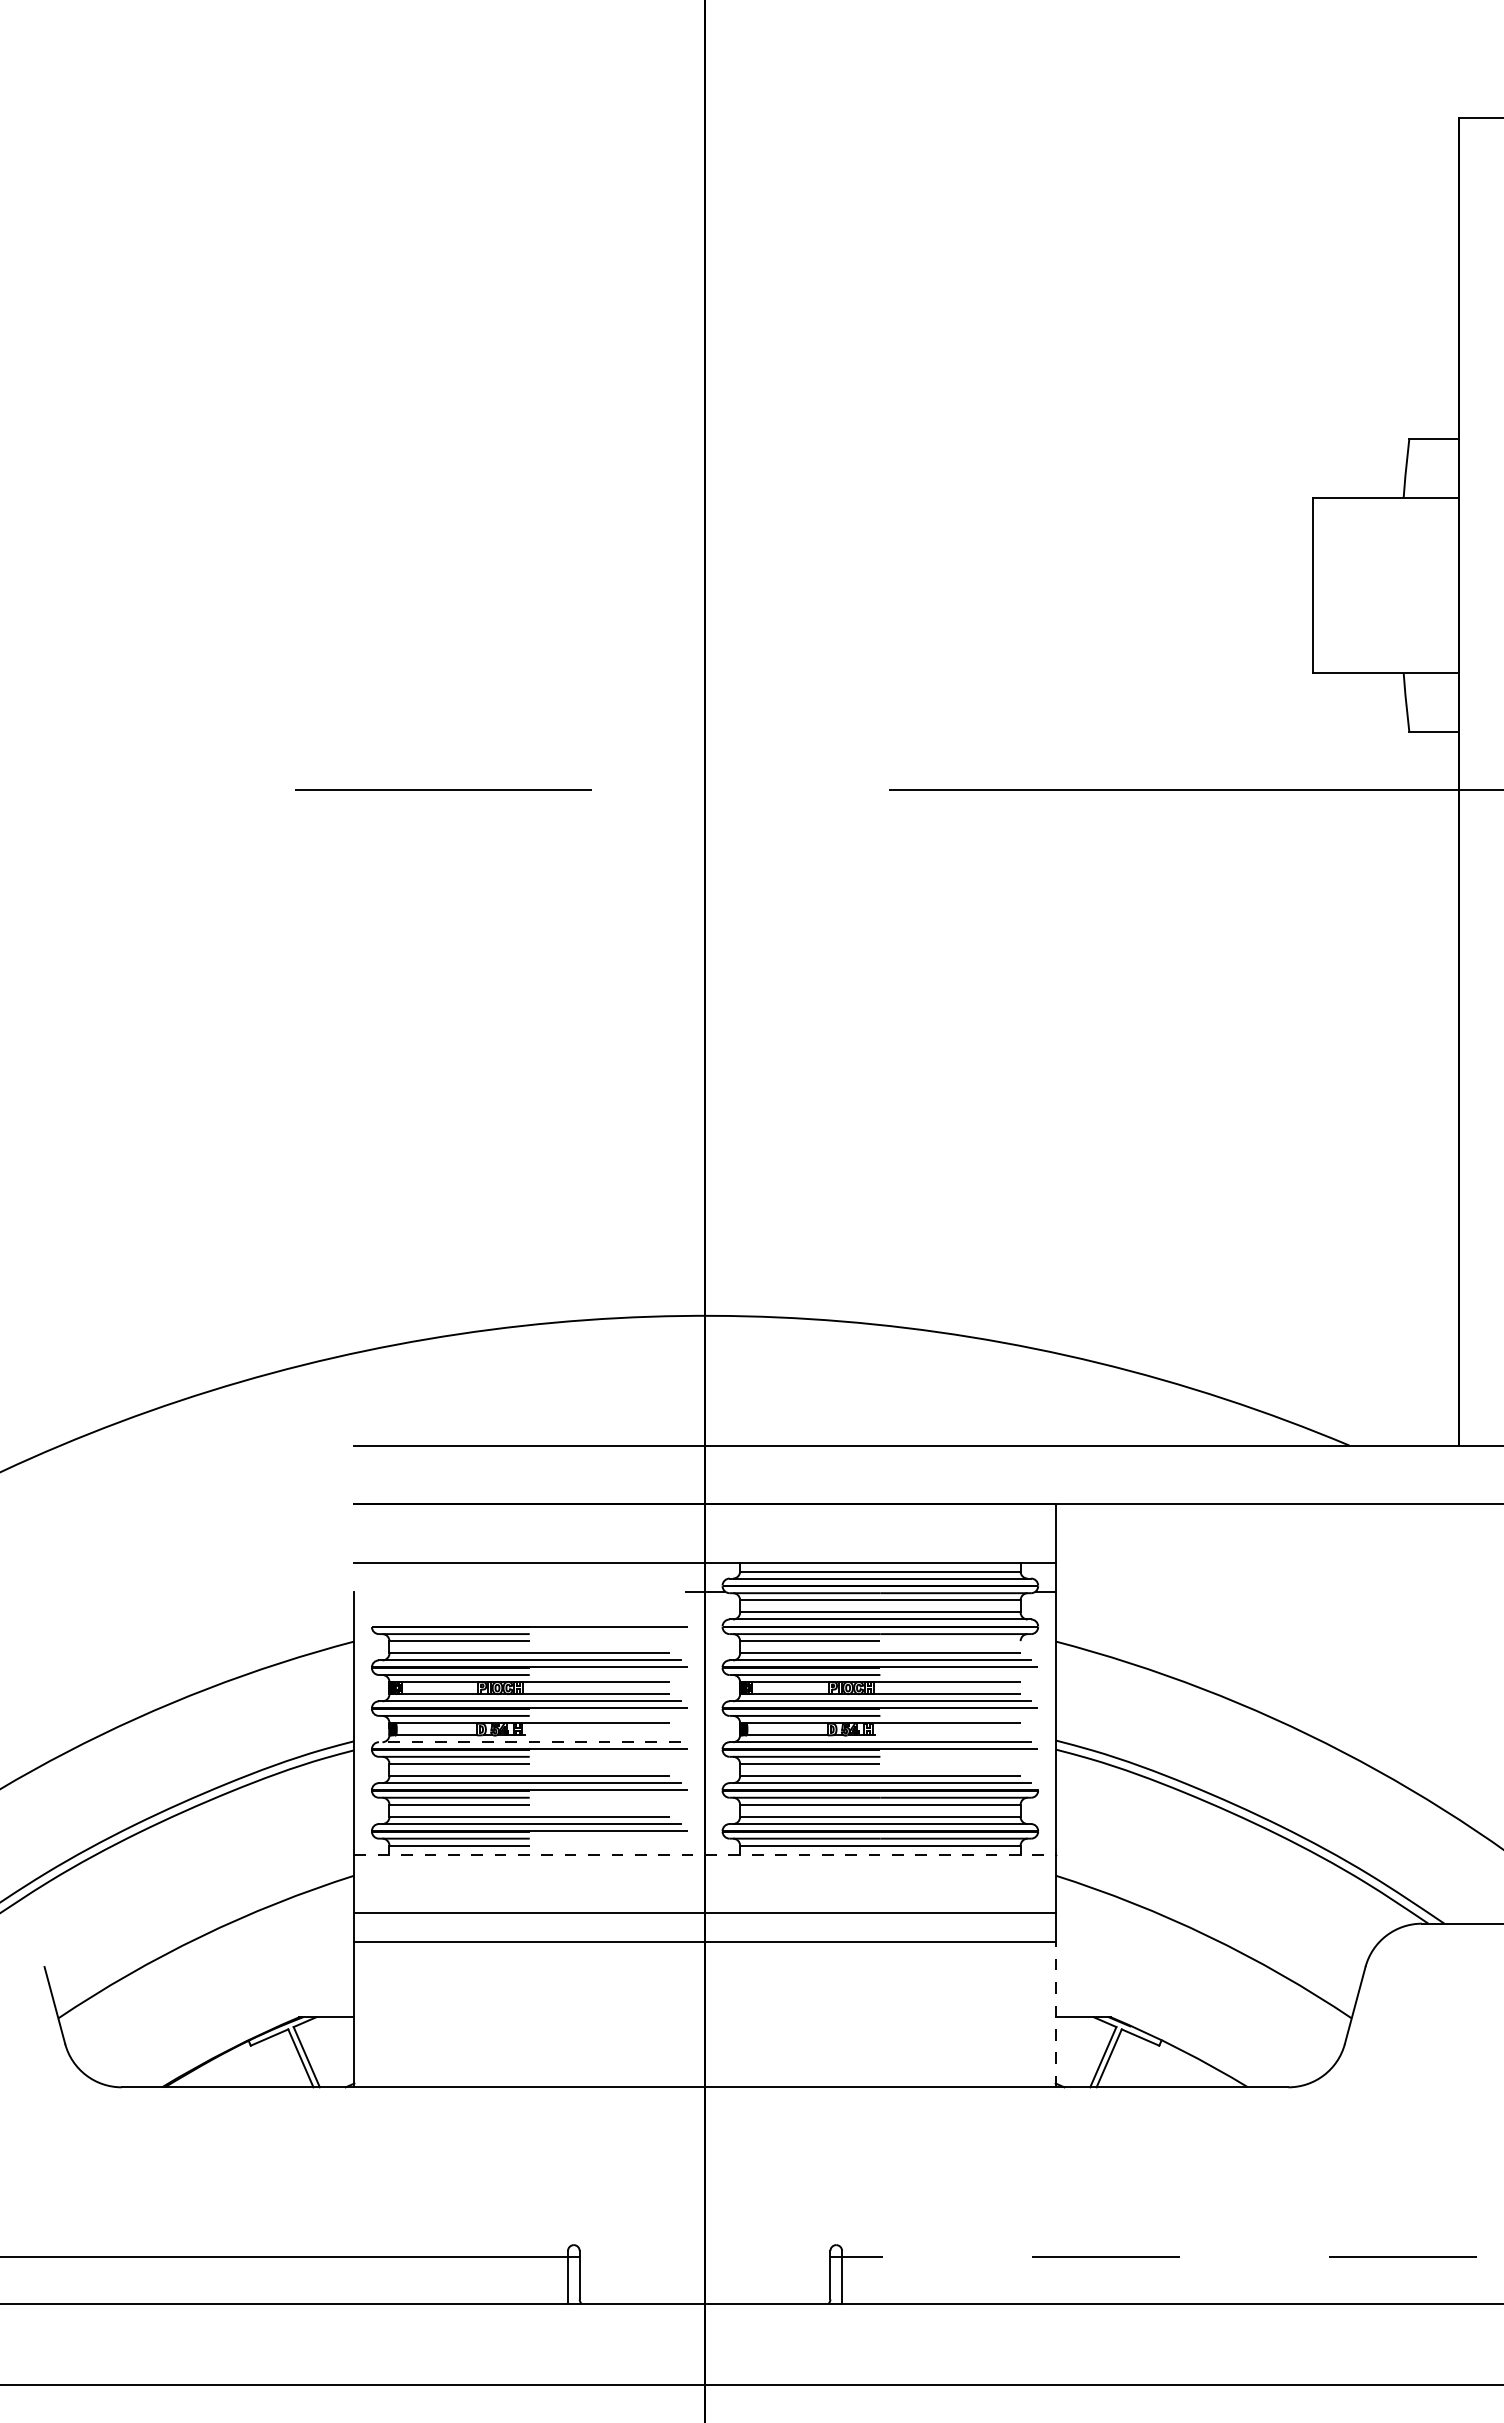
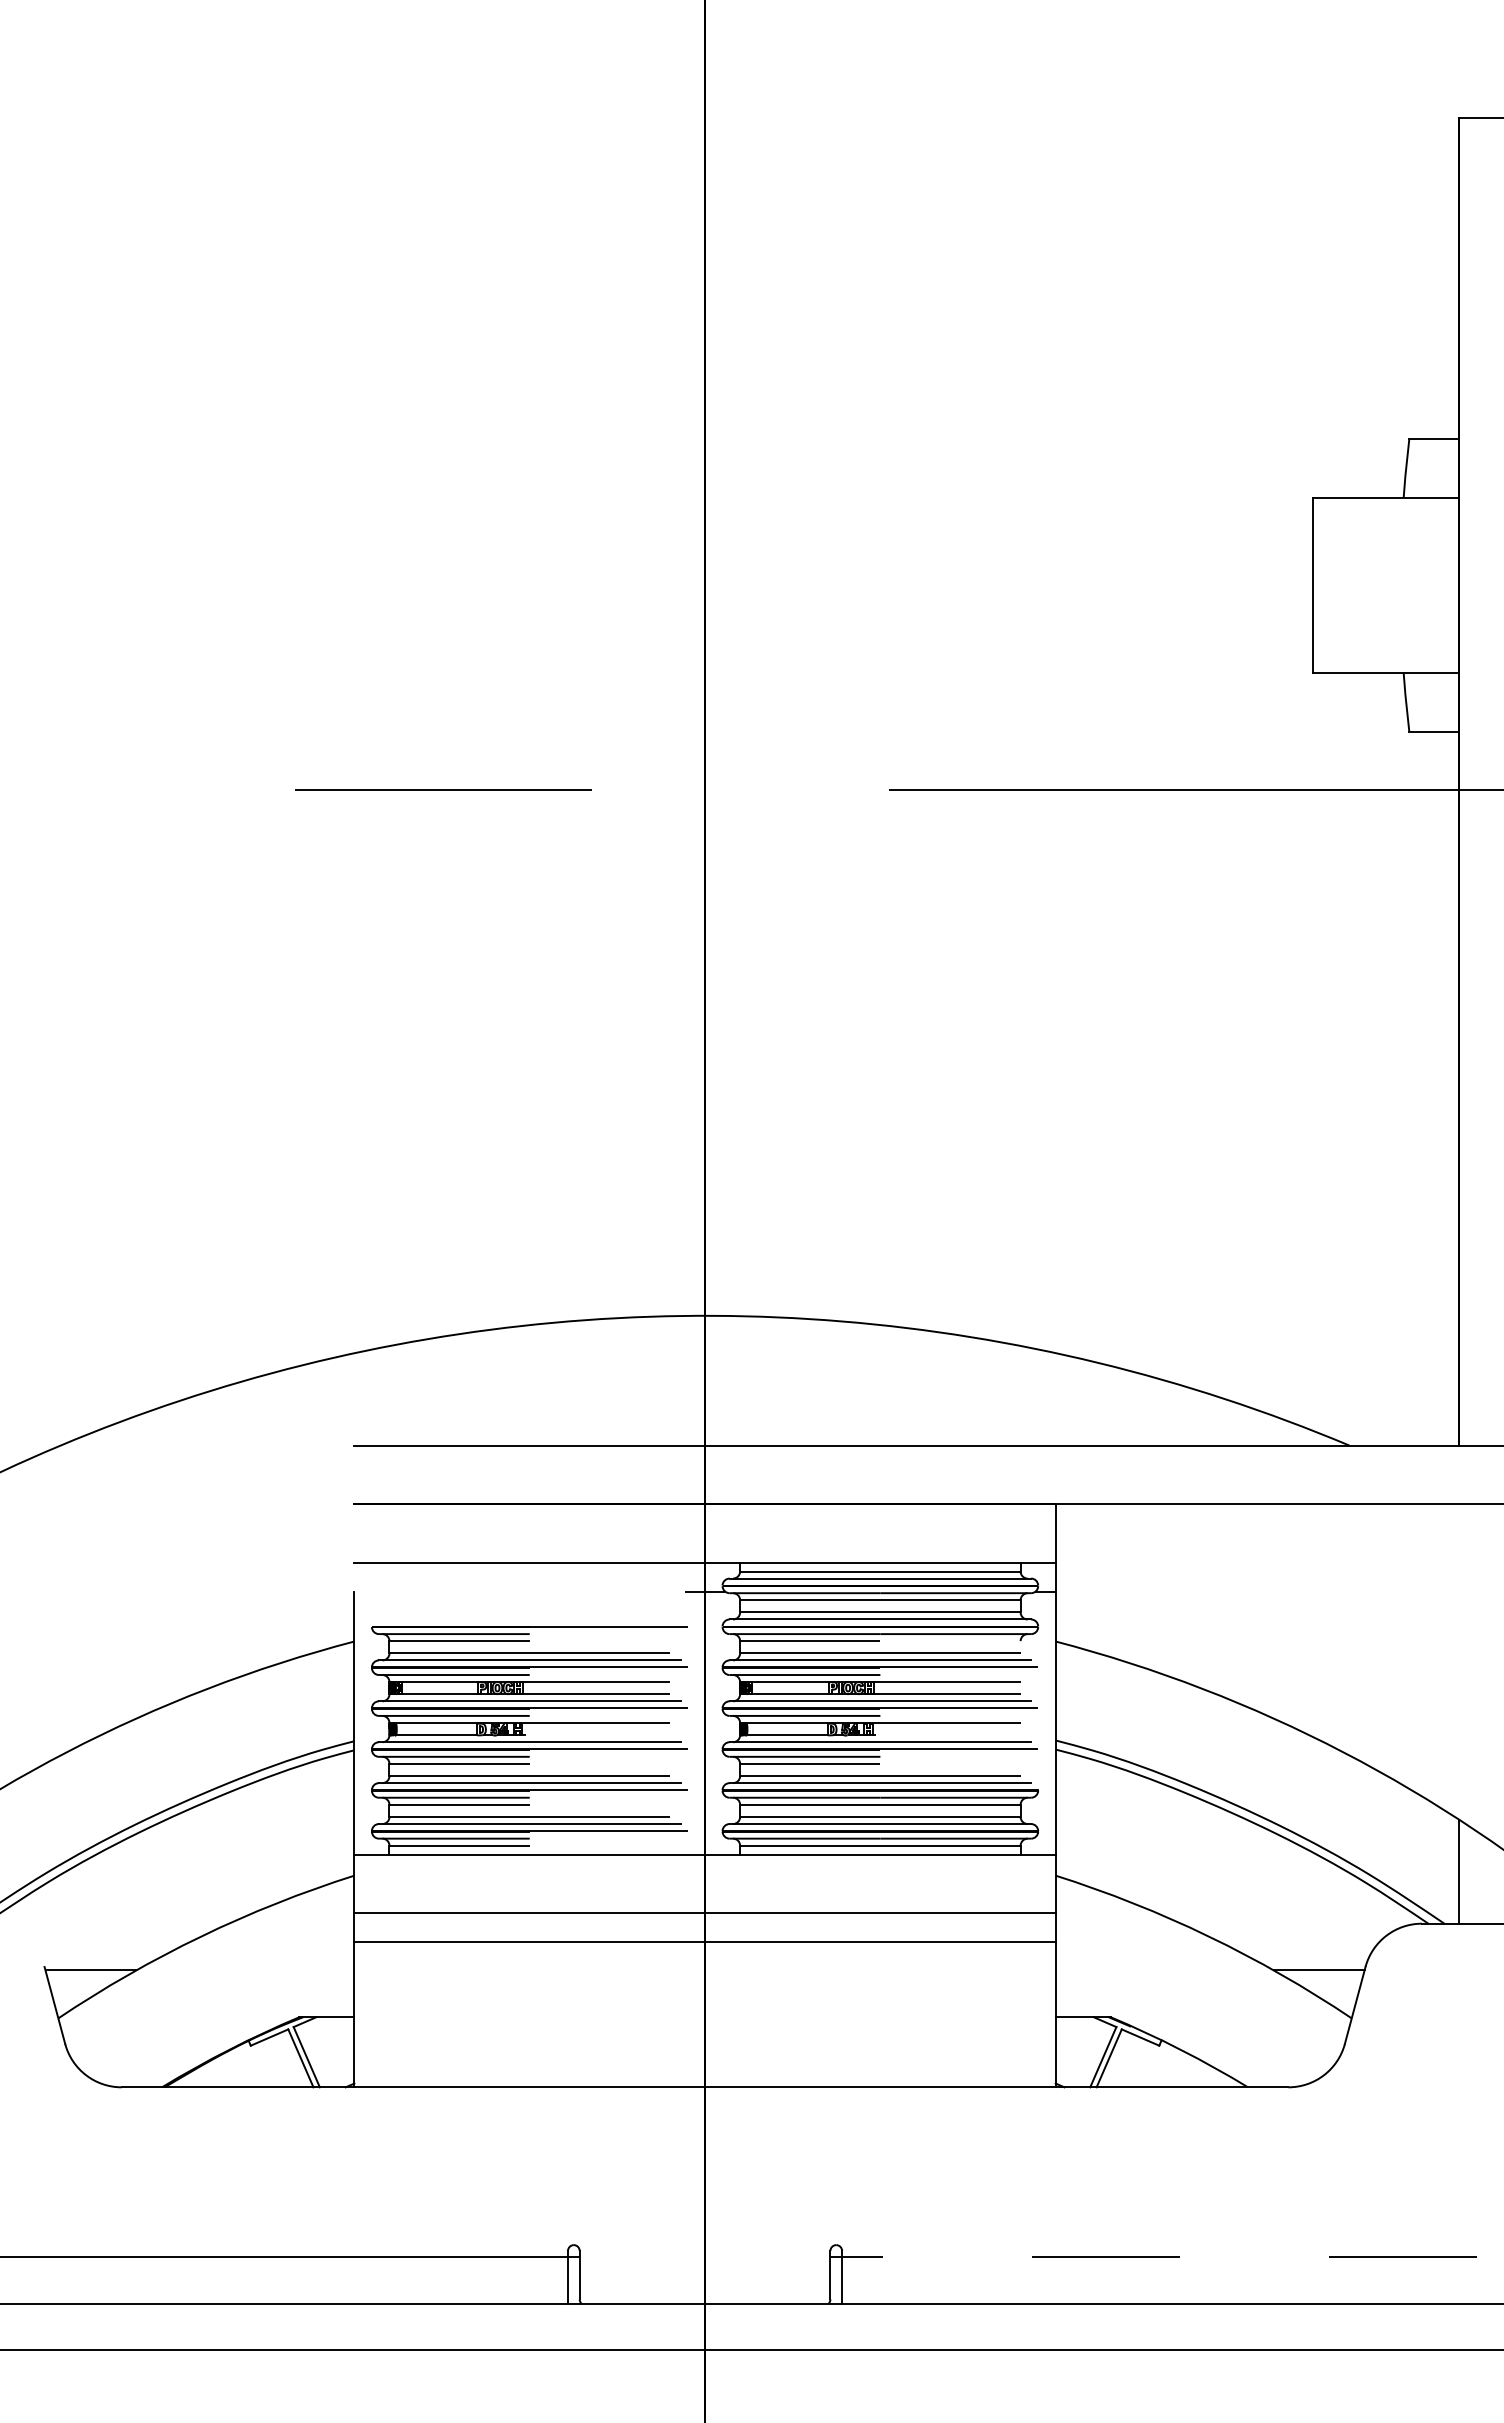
line at (529, 1742): dashed -> solid
line at (705, 1854): dashed -> solid
line at (1458, 1871): none -> present
line at (90, 1970): none -> present
line at (1318, 1970): none -> present
line at (1055, 2014): dashed -> solid
line at (751, 2385) position: (751, 2385) -> (751, 2350)
